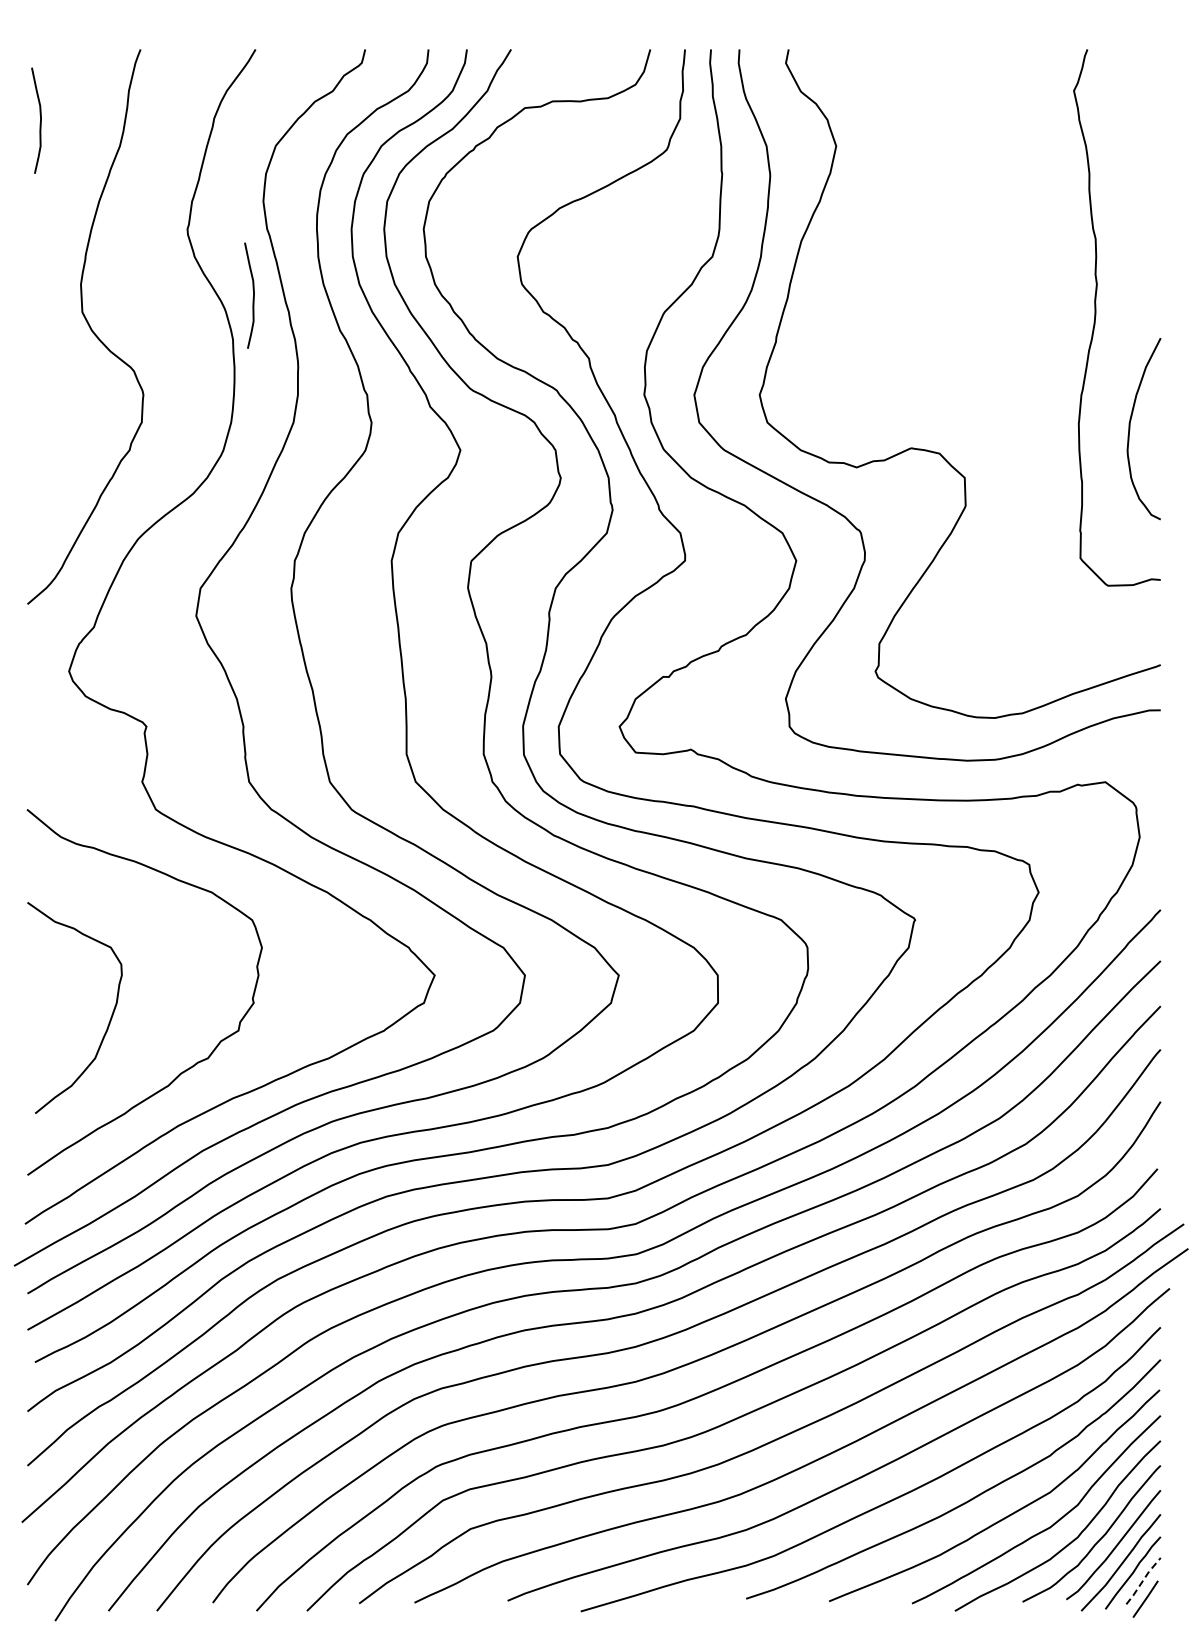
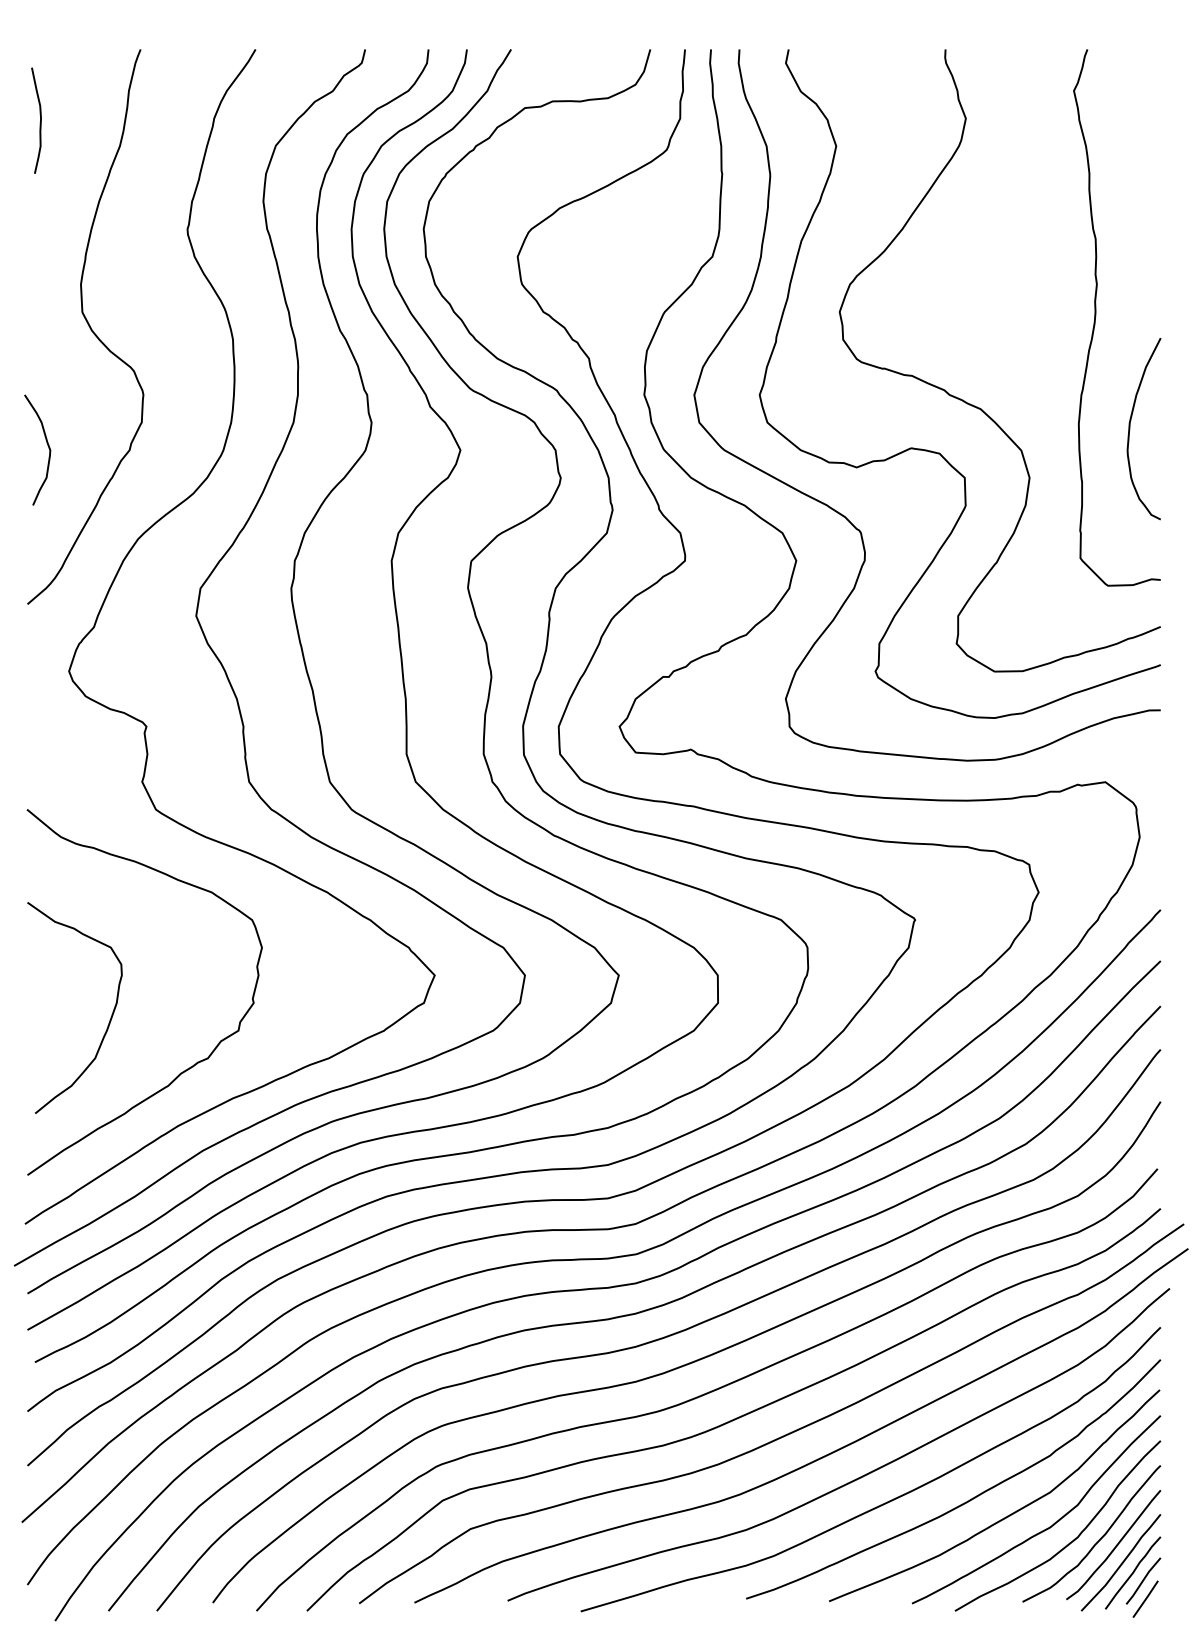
curve at (253, 295): present -> none
curve at (977, 406): none -> present
curve at (47, 445): none -> present
line at (1143, 1580): dashed -> solid
